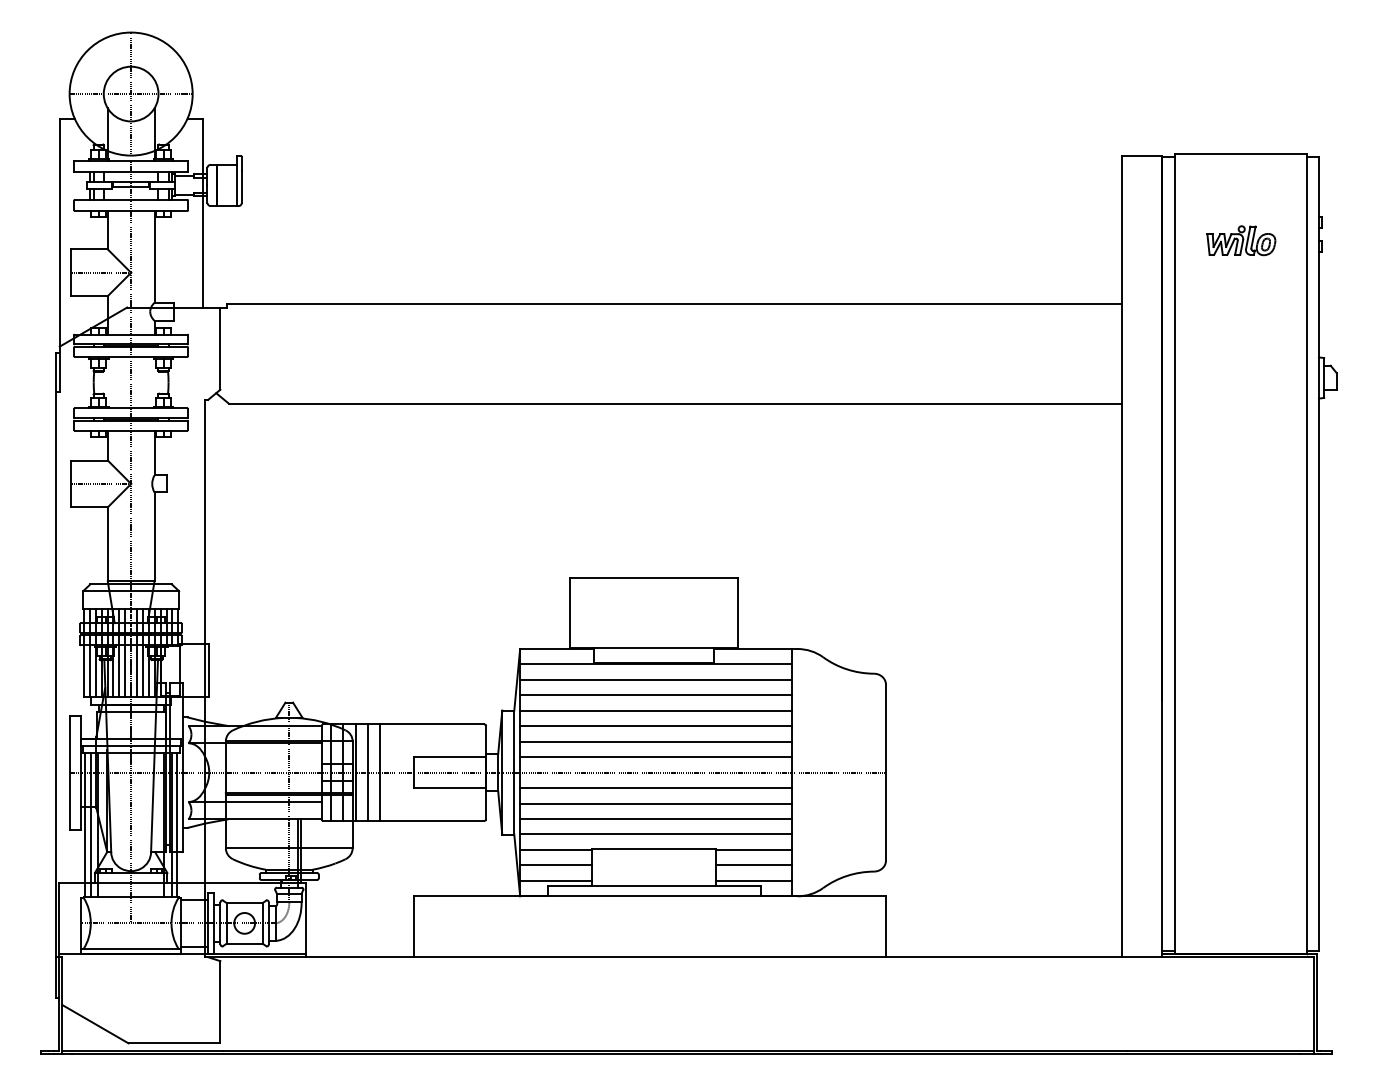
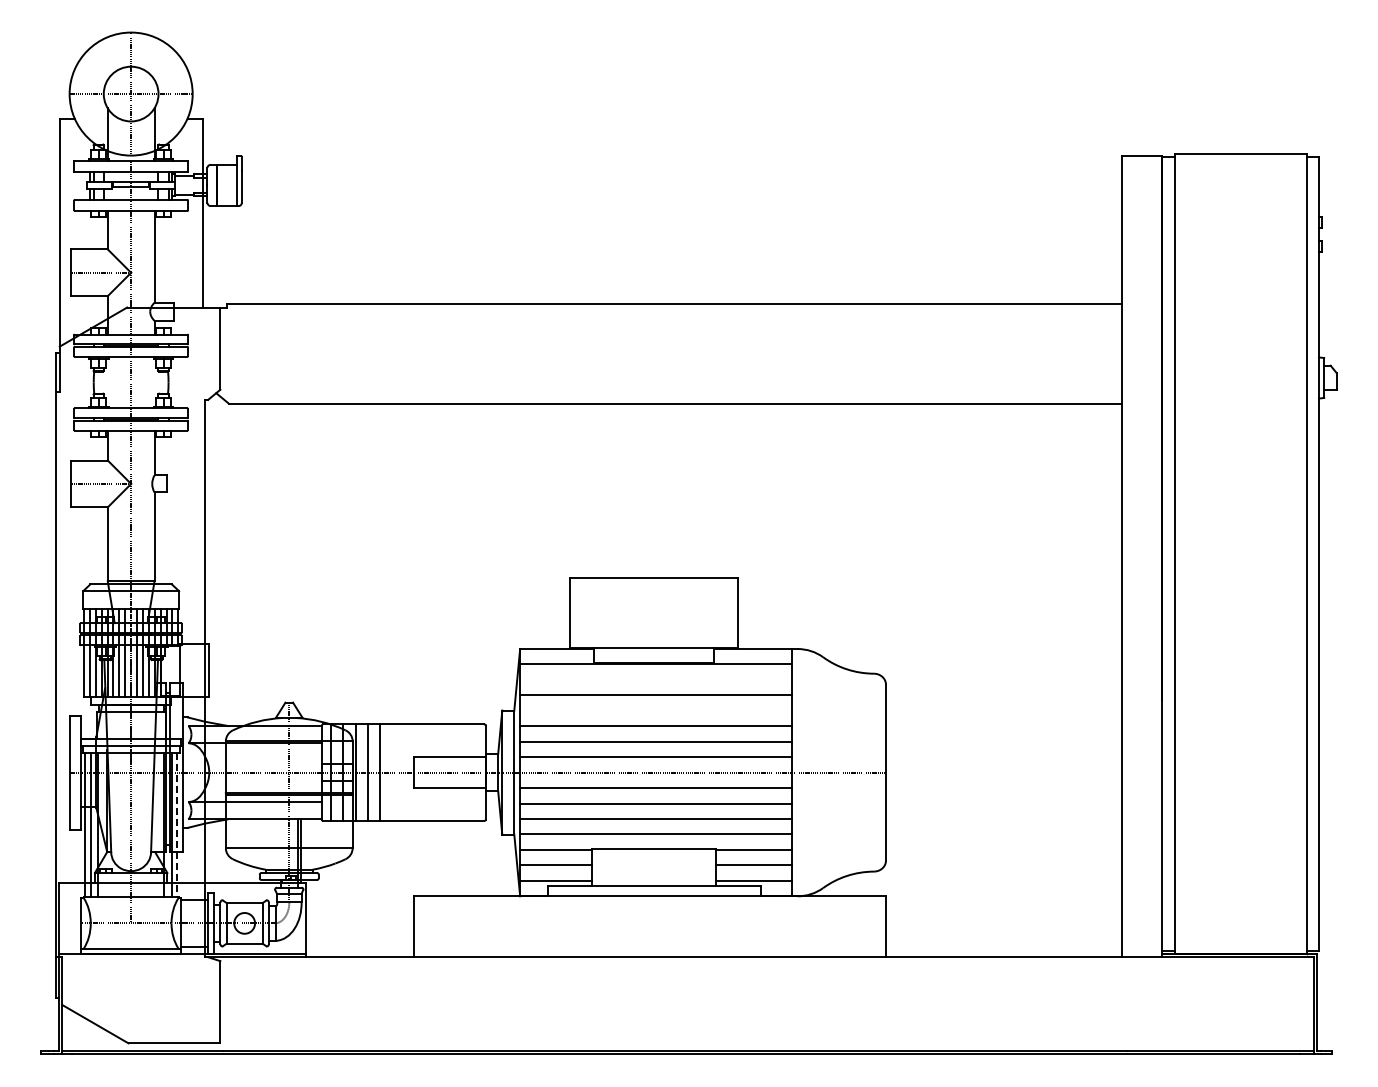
part at (1241, 240): present -> none
line at (655, 679): present -> none
line at (655, 710): present -> none
line at (177, 825): solid -> dashed
